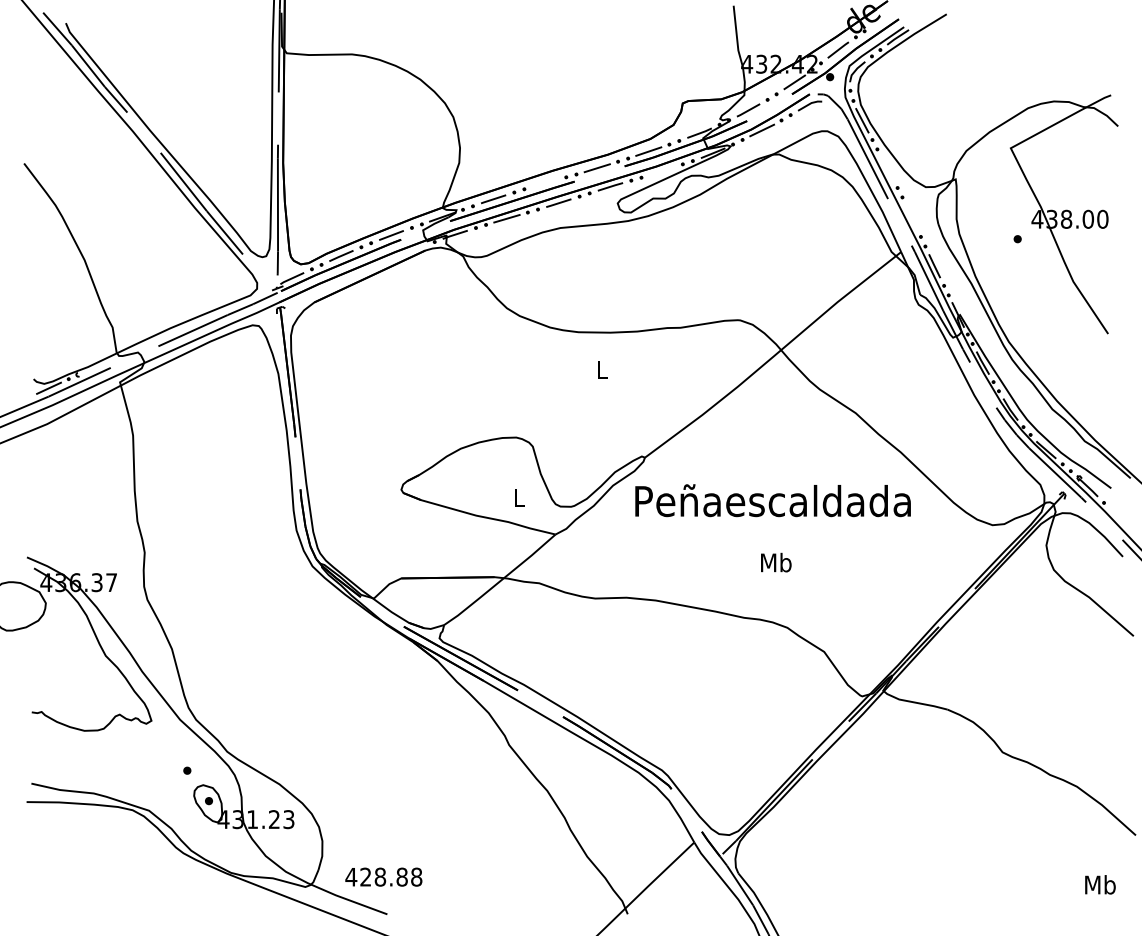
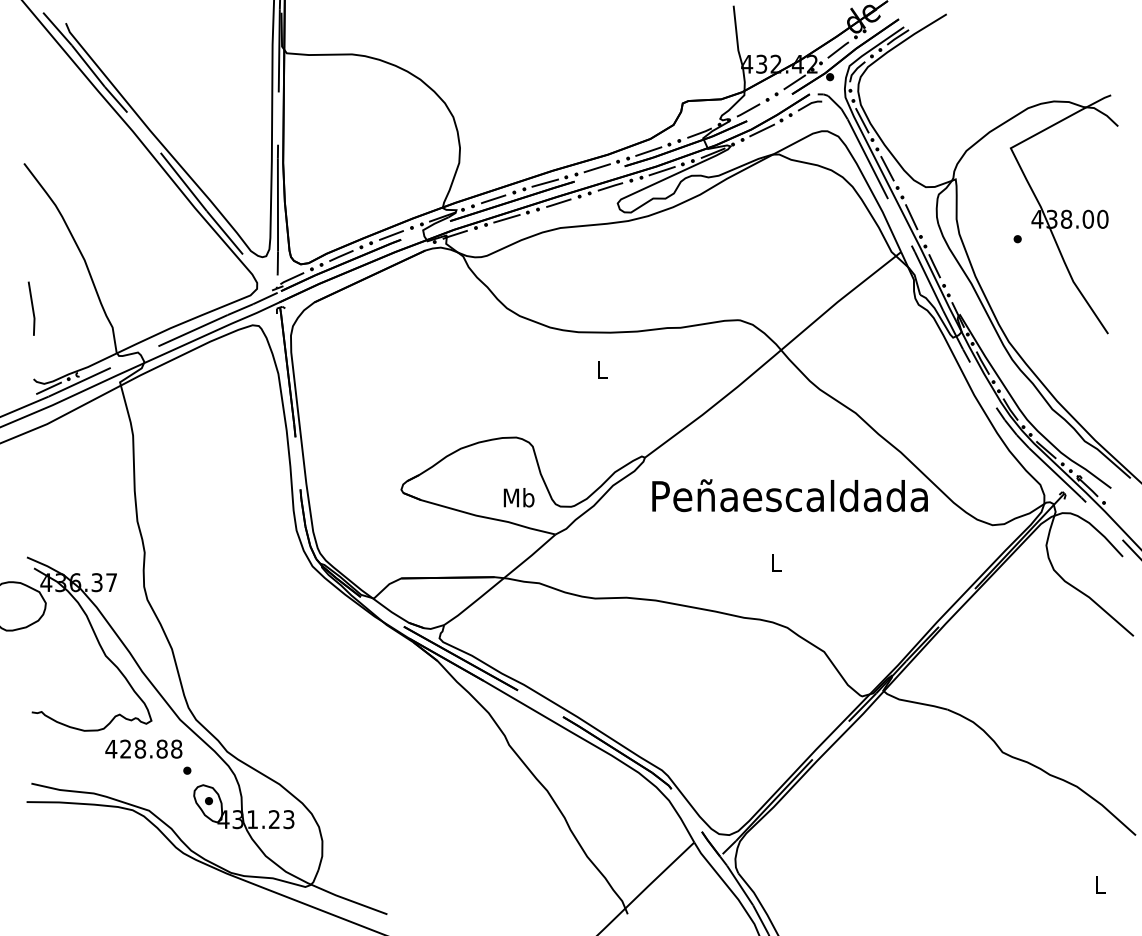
line at (887, 168): none -> present
line at (661, 171): none -> present
line at (545, 182): none -> present
line at (911, 217): none -> present
line at (31, 307): none -> present
text at (518, 497): L -> Mb
text at (772, 500) position: (772, 500) -> (789, 495)
text at (776, 562): Mb -> L
text at (383, 876) position: (383, 876) -> (143, 748)
text at (1100, 884): Mb -> L
